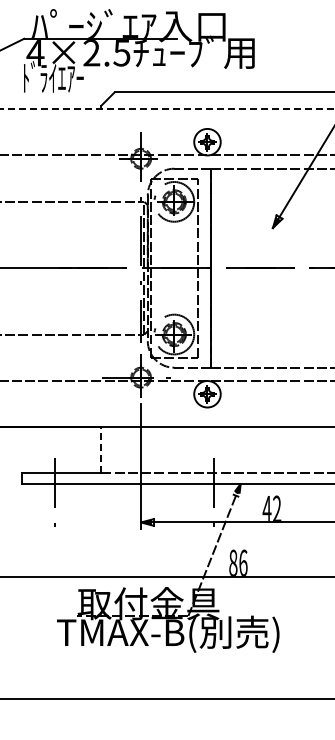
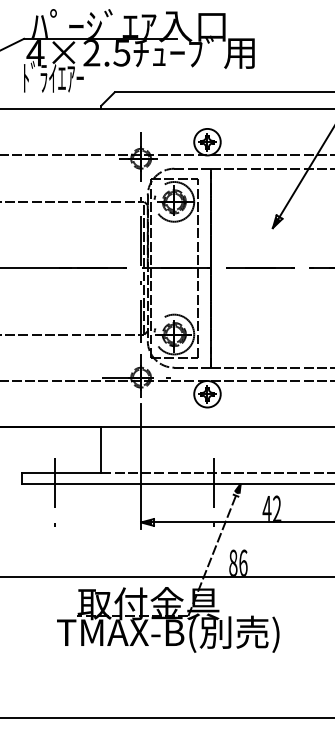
line at (167, 109): dashed -> solid
line at (101, 450): dashed -> solid
line at (166, 698) position: (166, 698) -> (166, 717)
